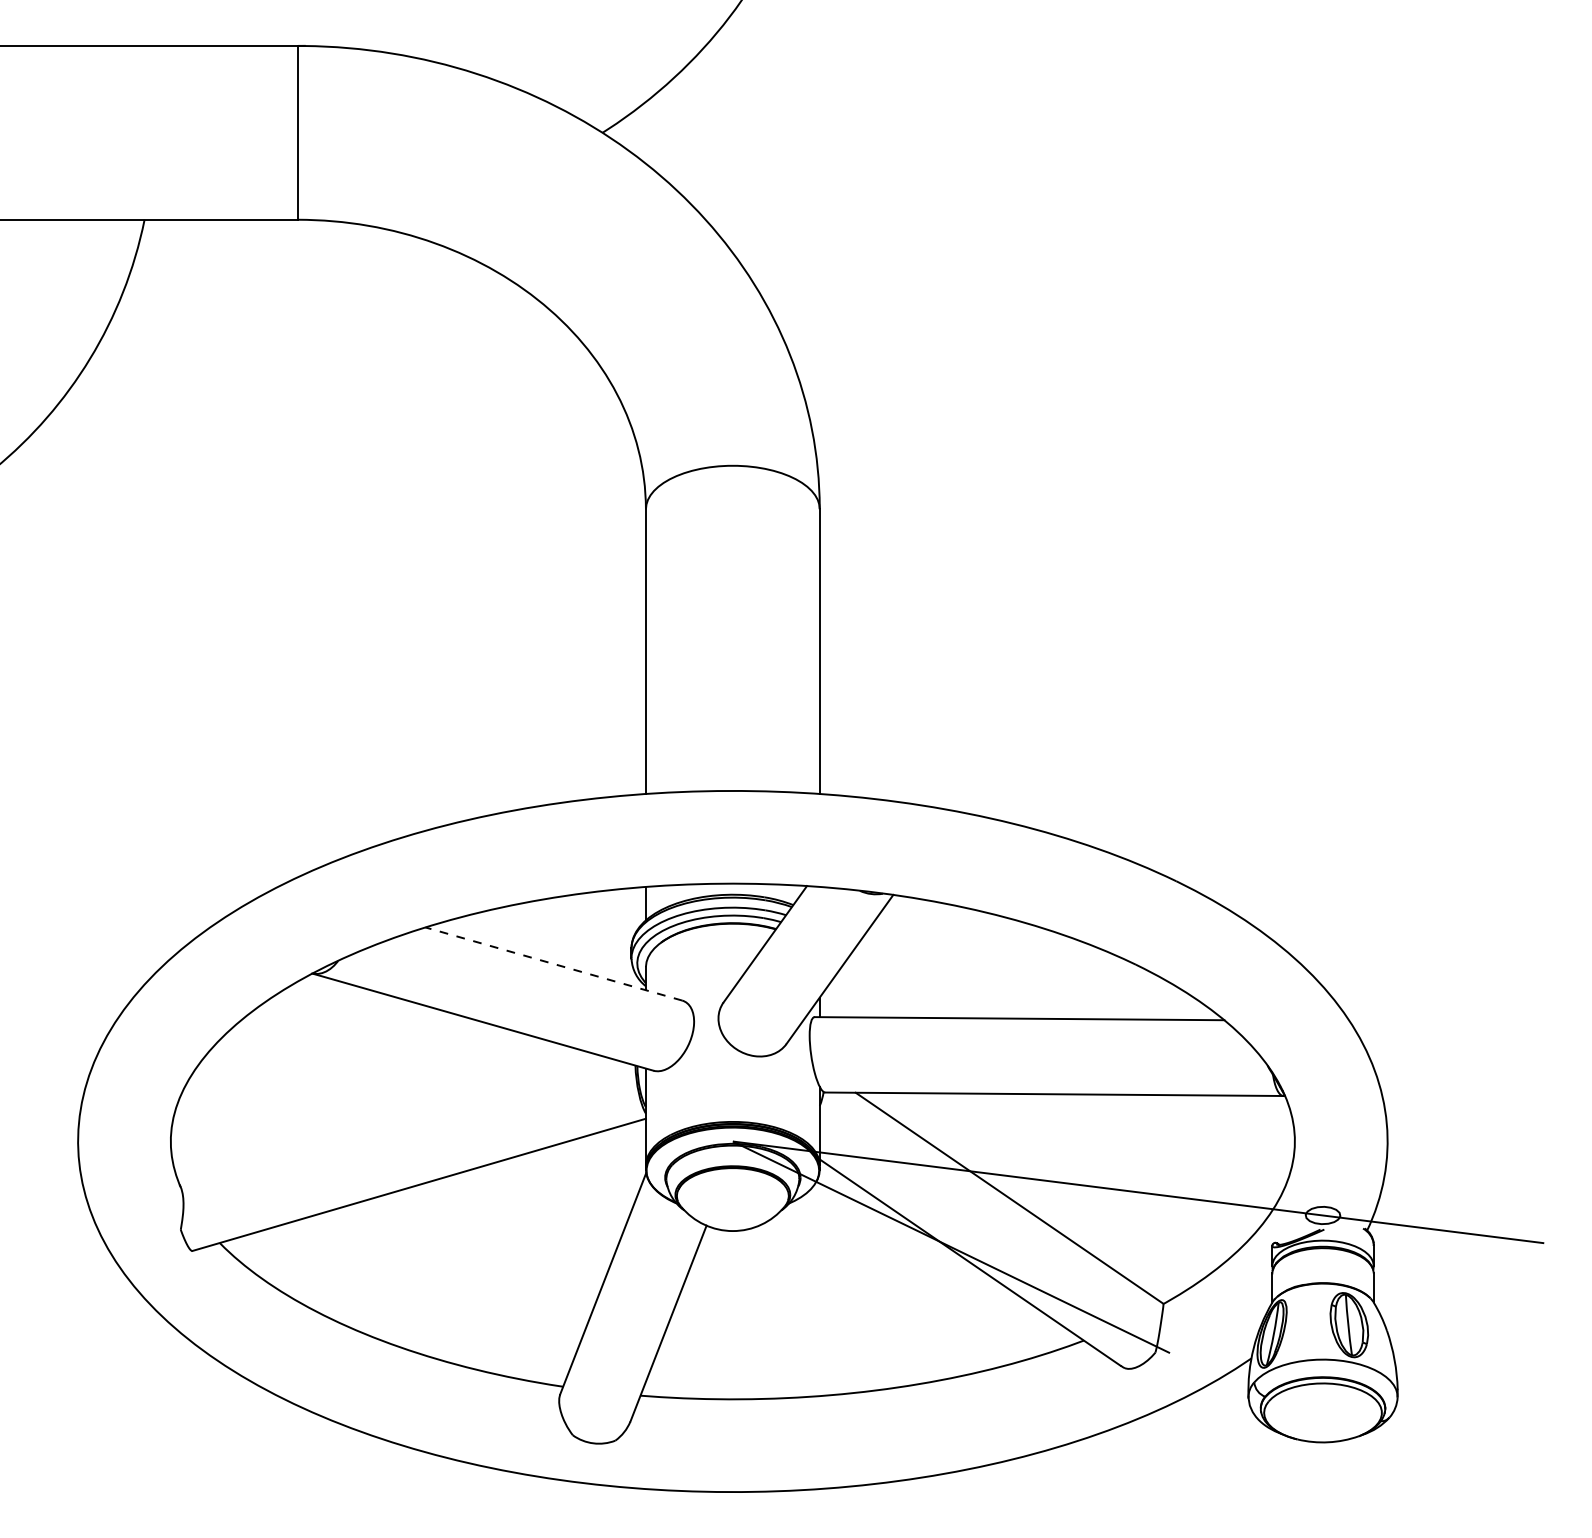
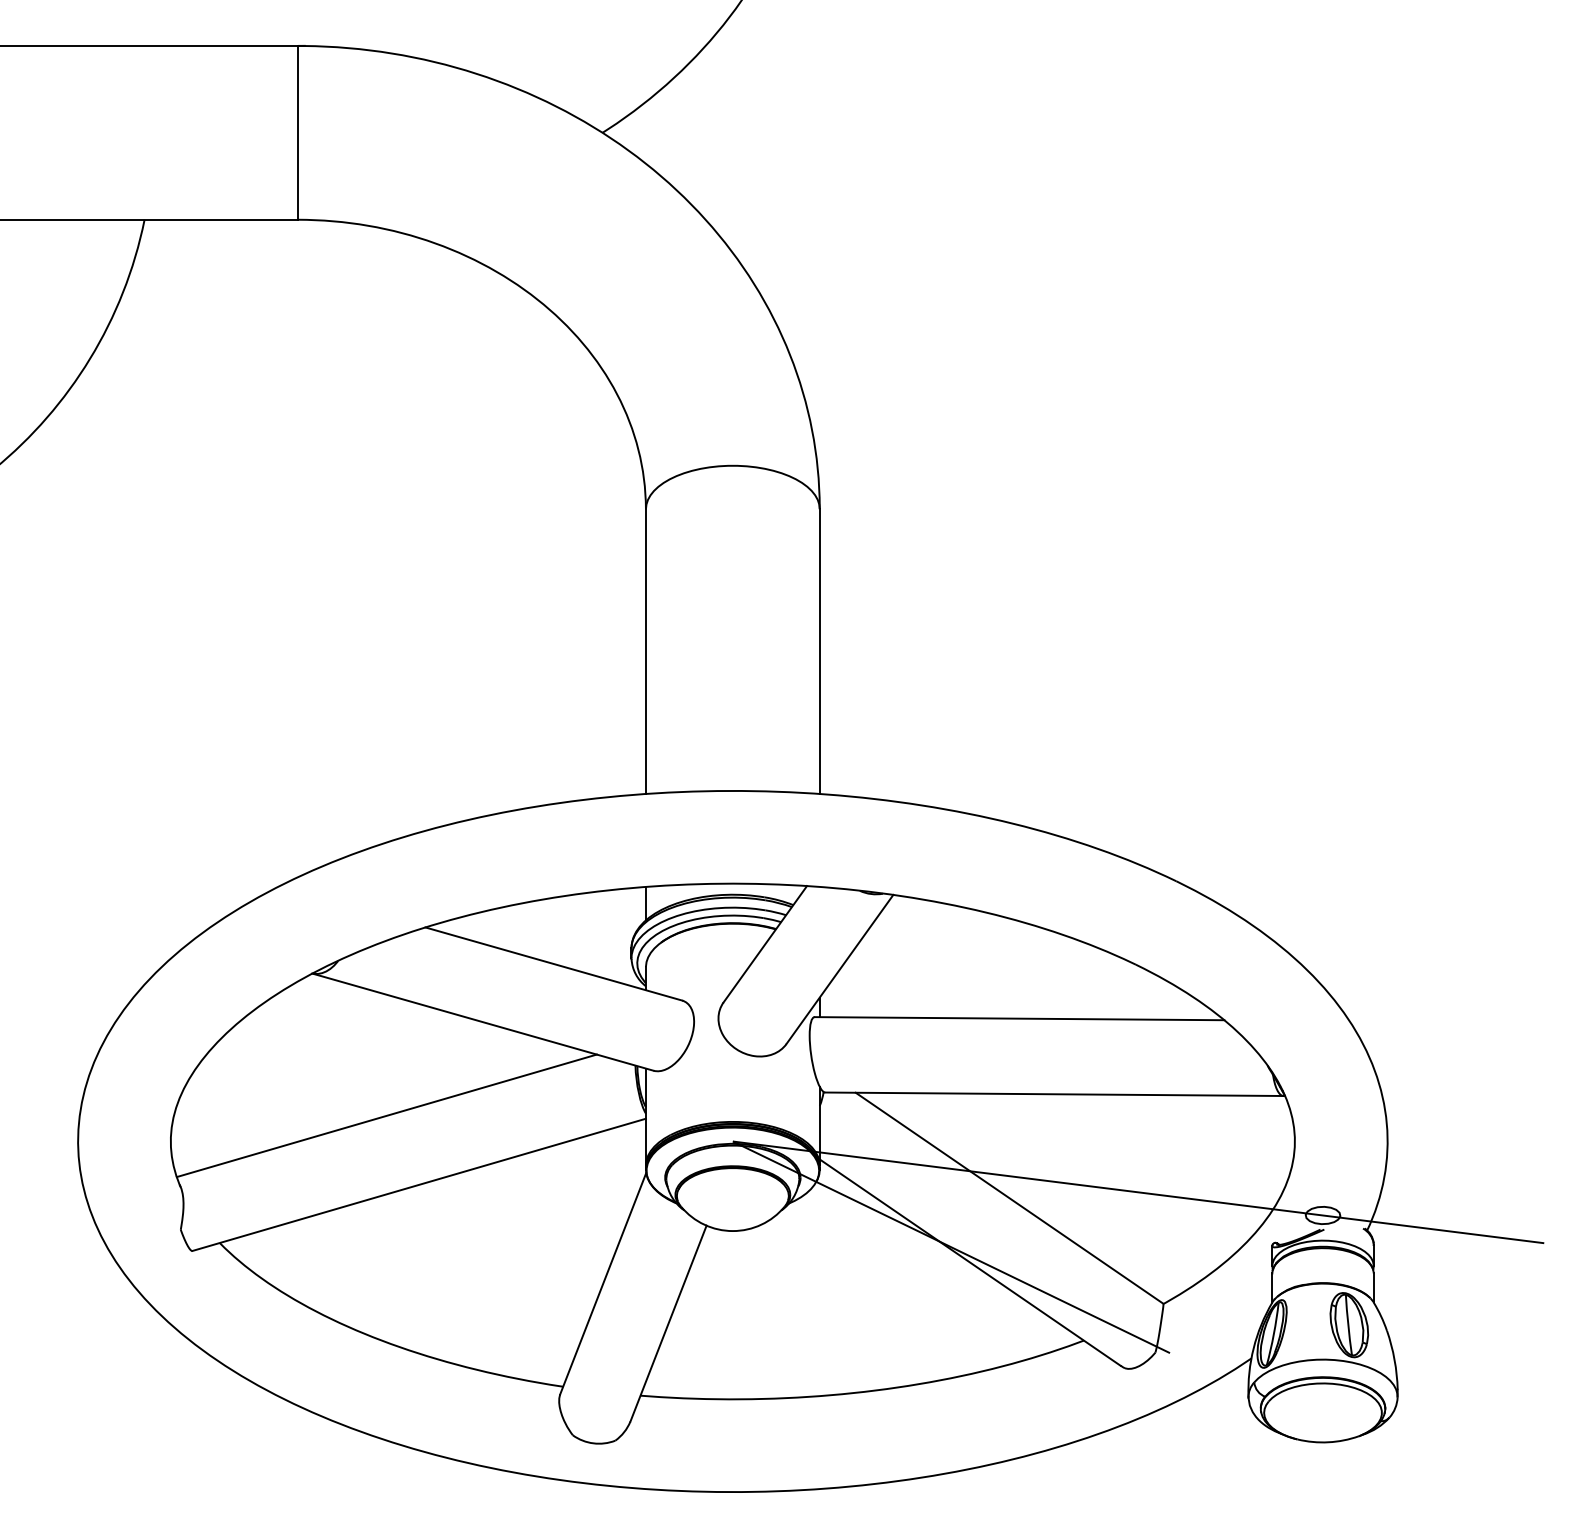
line at (553, 963): dashed -> solid
line at (386, 1115): none -> present
